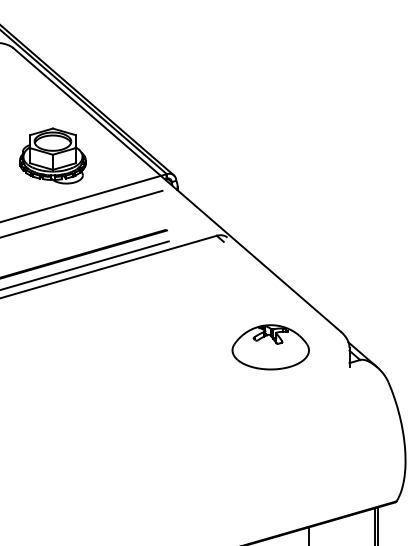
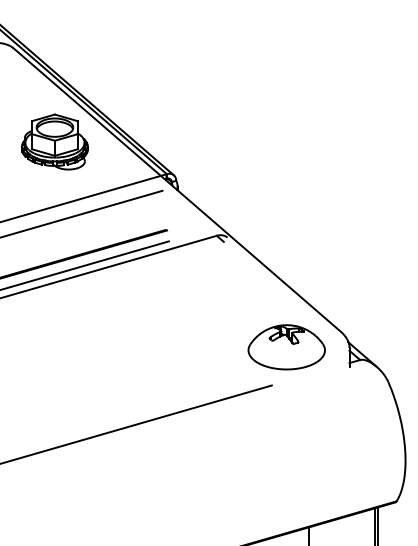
part at (52, 155) position: (52, 155) -> (54, 141)
part at (270, 347) position: (270, 347) -> (286, 347)
line at (136, 424): none -> present
